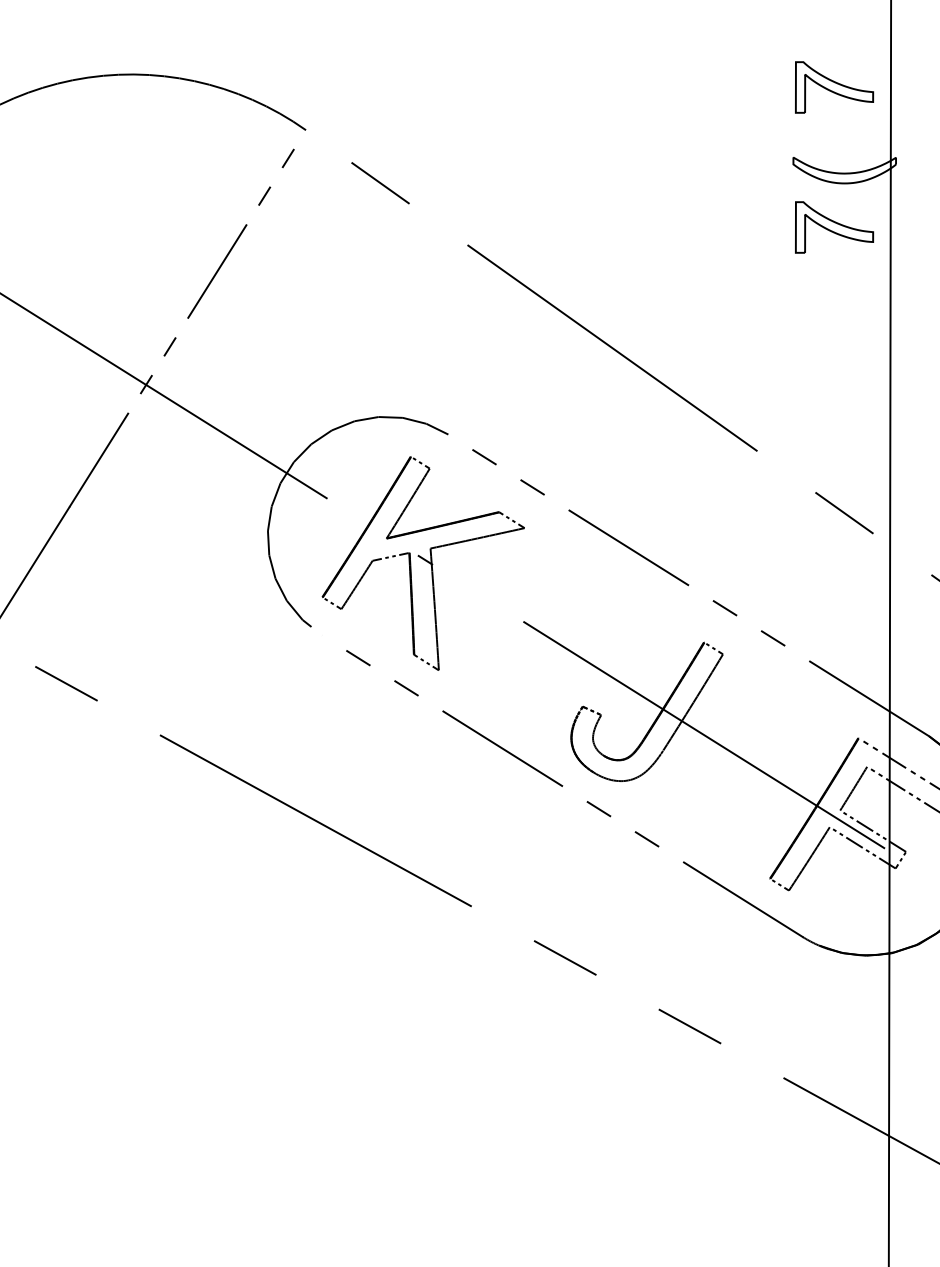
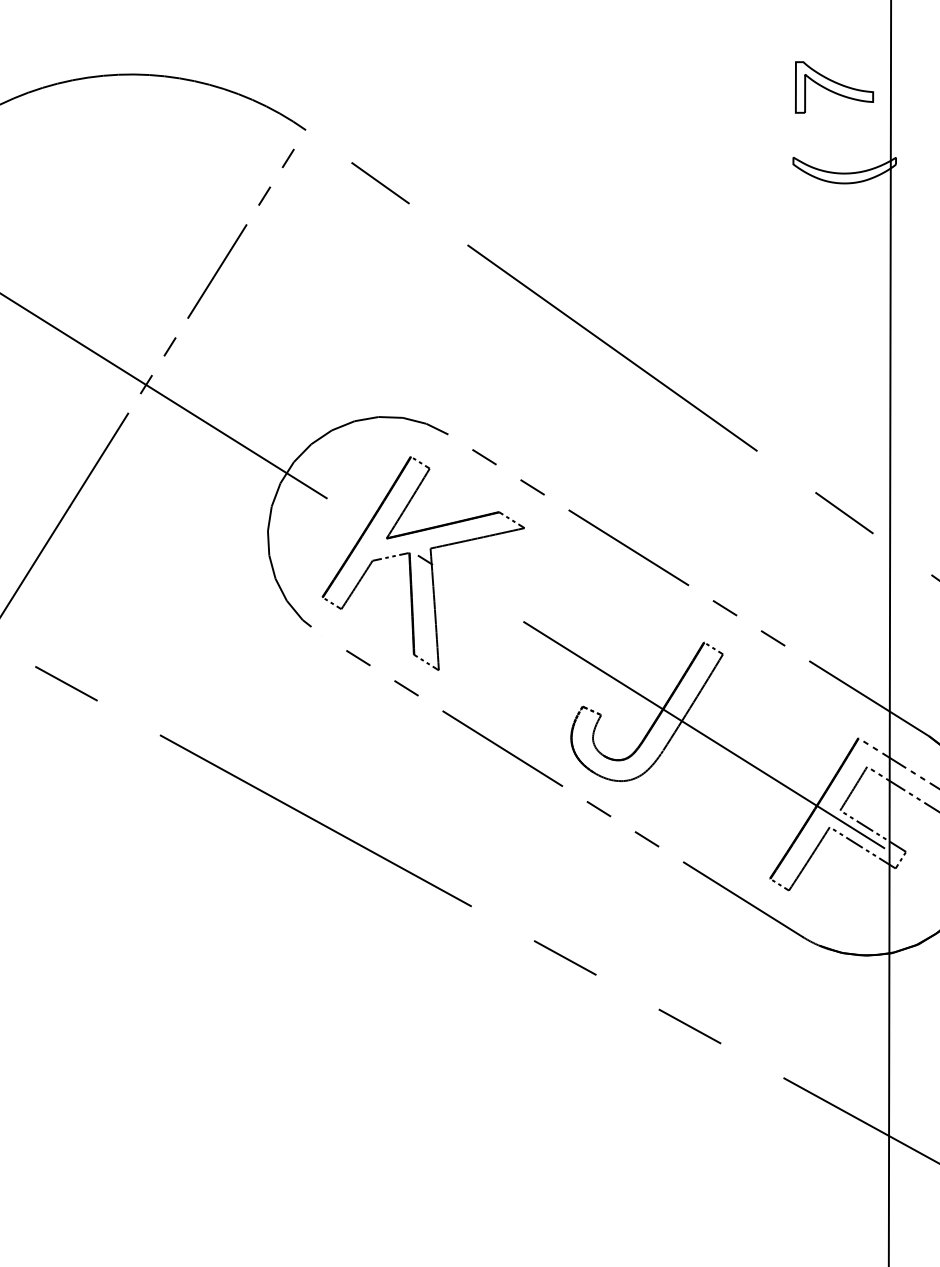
part at (834, 227): present -> none
